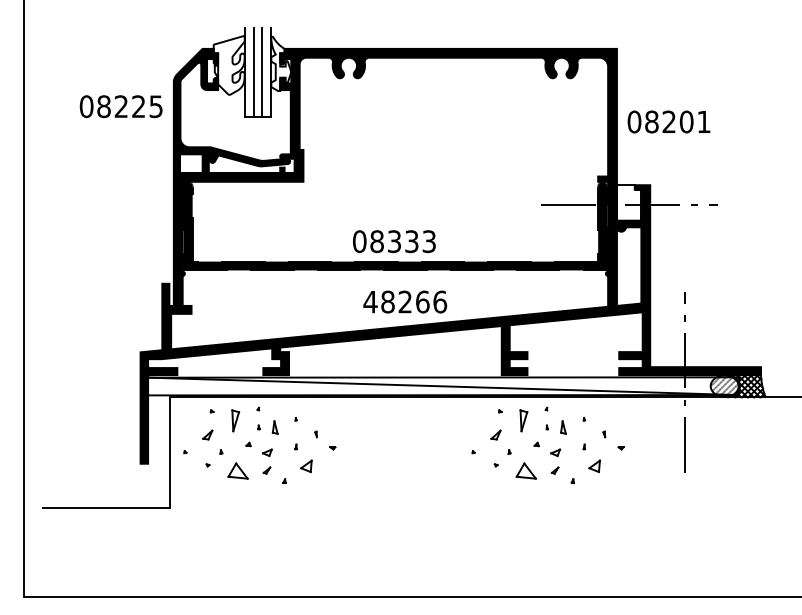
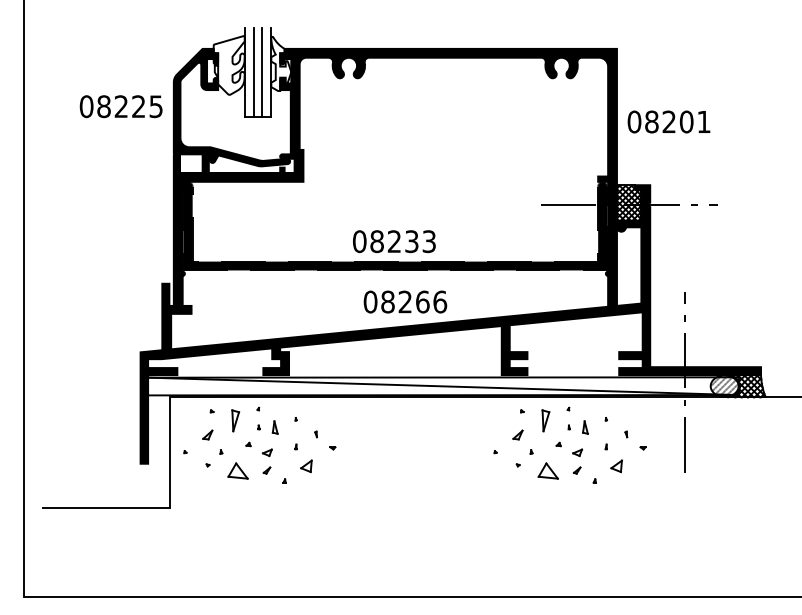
hatch at (628, 202): none -> present
text at (394, 241): 08333 -> 08233
text at (370, 301): 48266 -> 08266
part at (539, 444) position: (539, 444) -> (561, 444)
